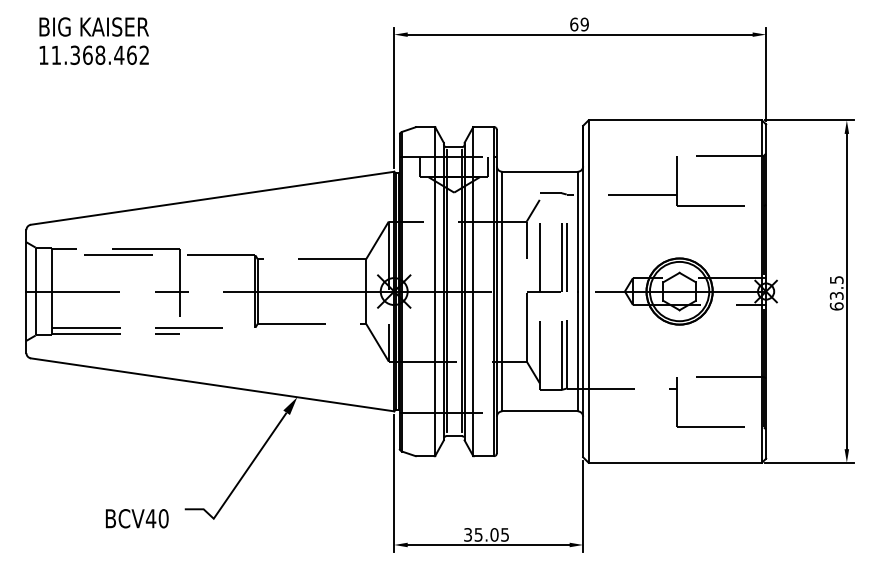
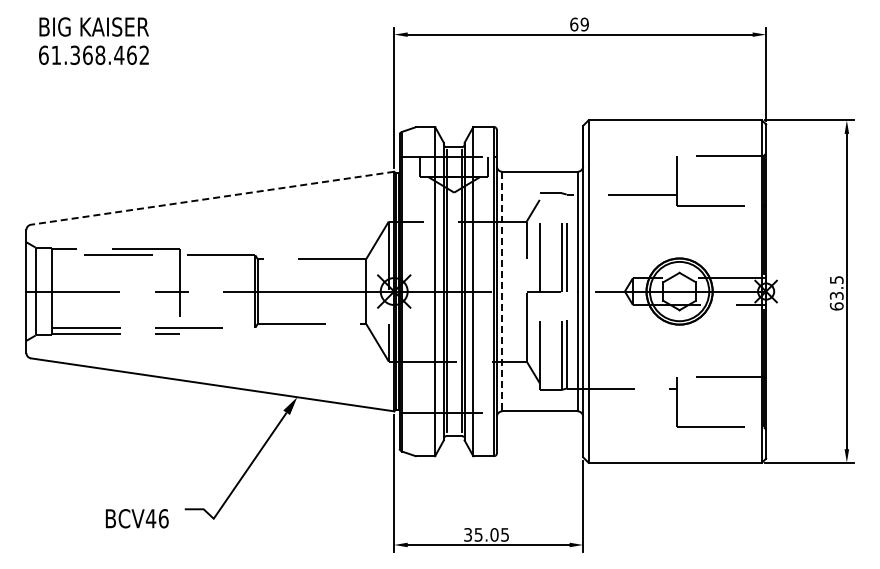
text at (43, 54): 11.368.462 -> 61.368.462
line at (212, 198): solid -> dashed
line at (502, 291): solid -> dashed
text at (163, 518): BCV40 -> BCV46
